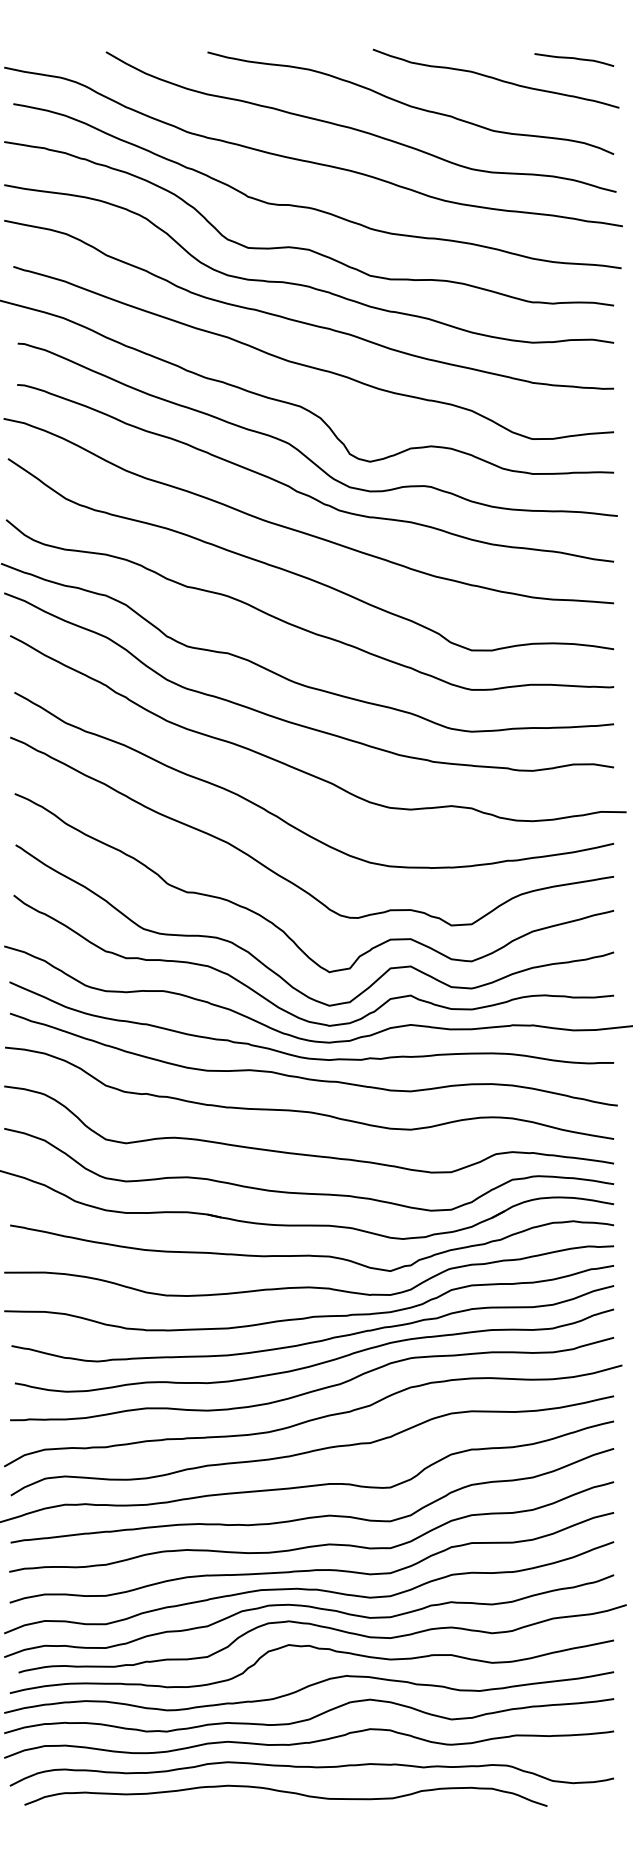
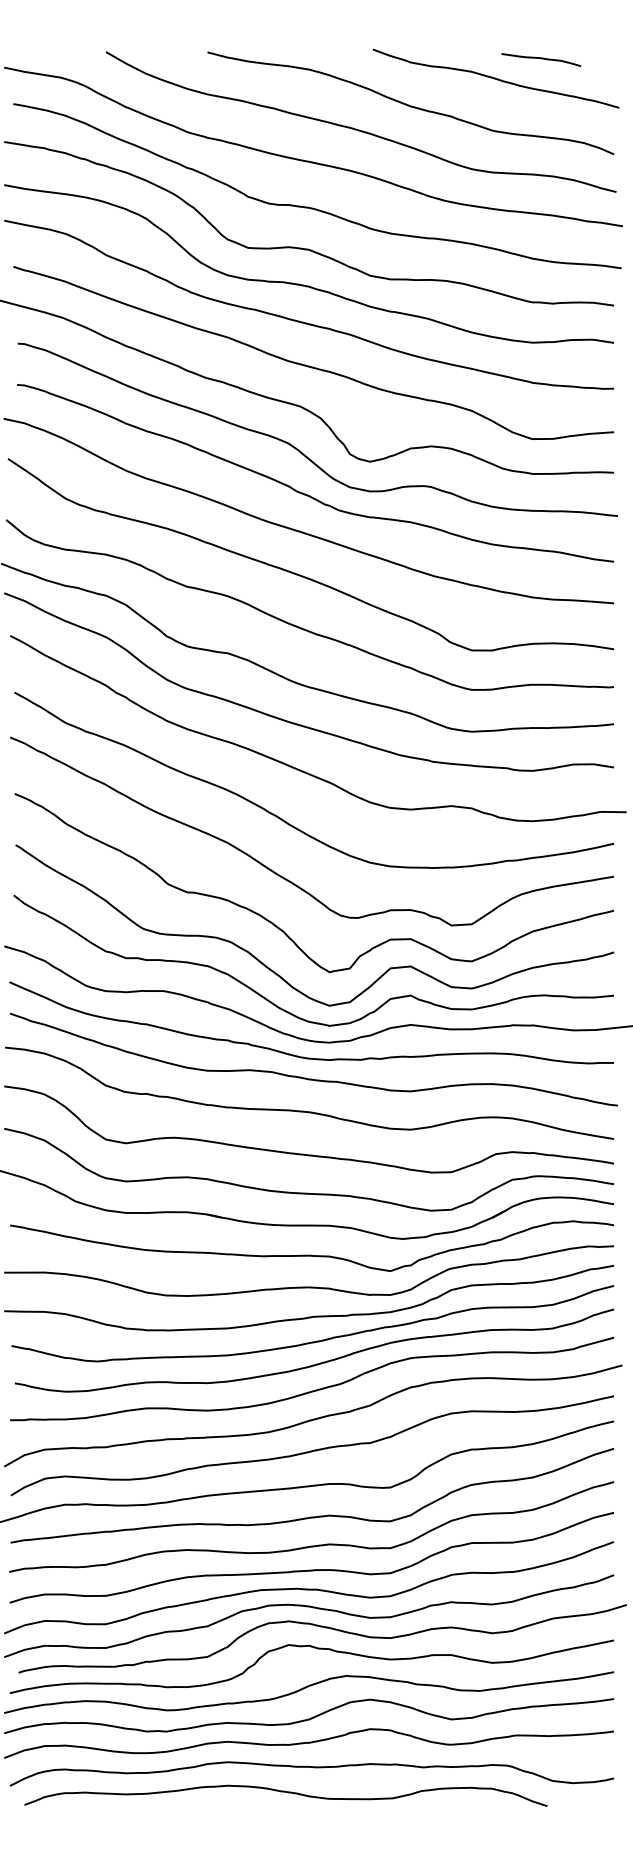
curve at (574, 59) position: (574, 59) -> (541, 59)
